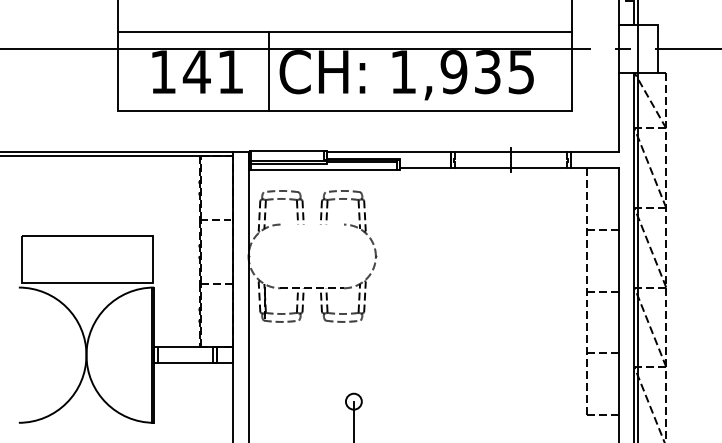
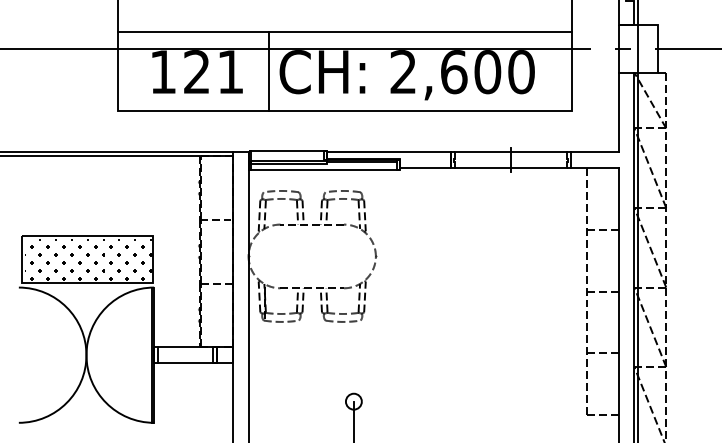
text at (196, 71): 141 -> 121
text at (462, 72): 1,935 -> 2,600
line at (312, 224): none -> present
hatch at (88, 259): none -> present
